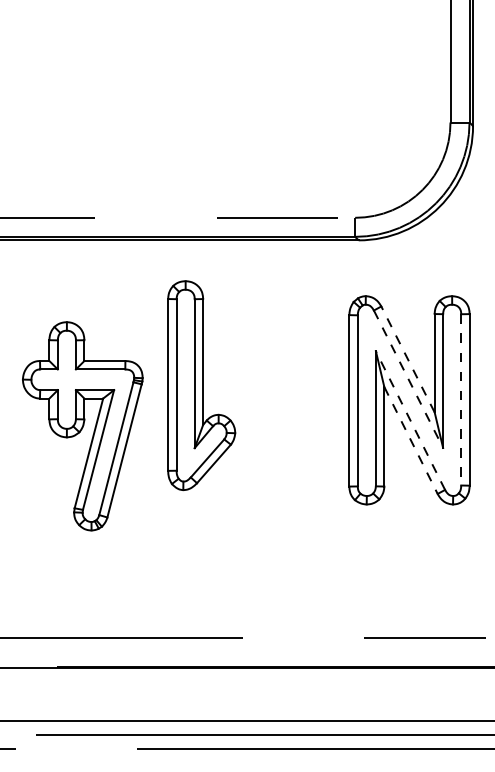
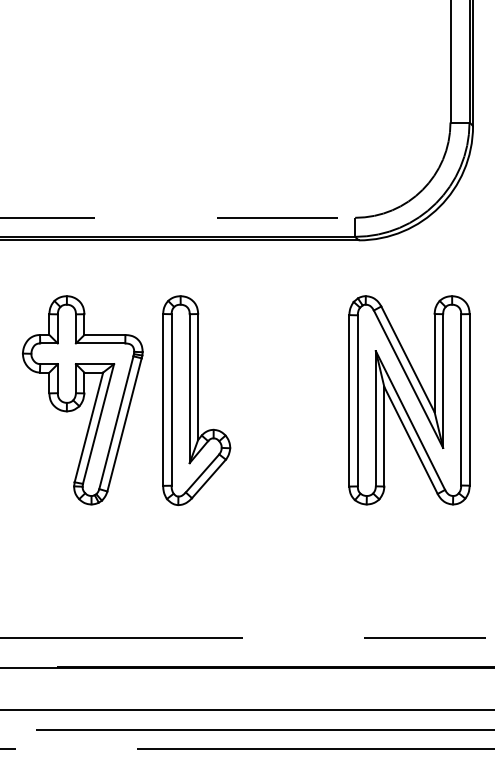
line at (407, 359): dashed -> solid
line at (408, 379): dashed -> solid
part at (201, 385) position: (201, 385) -> (196, 400)
line at (461, 399): dashed -> solid
line at (410, 420): dashed -> solid
part at (82, 426) position: (82, 426) -> (82, 400)
line at (411, 440): dashed -> solid
line at (246, 721) position: (246, 721) -> (246, 710)
line at (246, 734) position: (246, 734) -> (246, 729)
